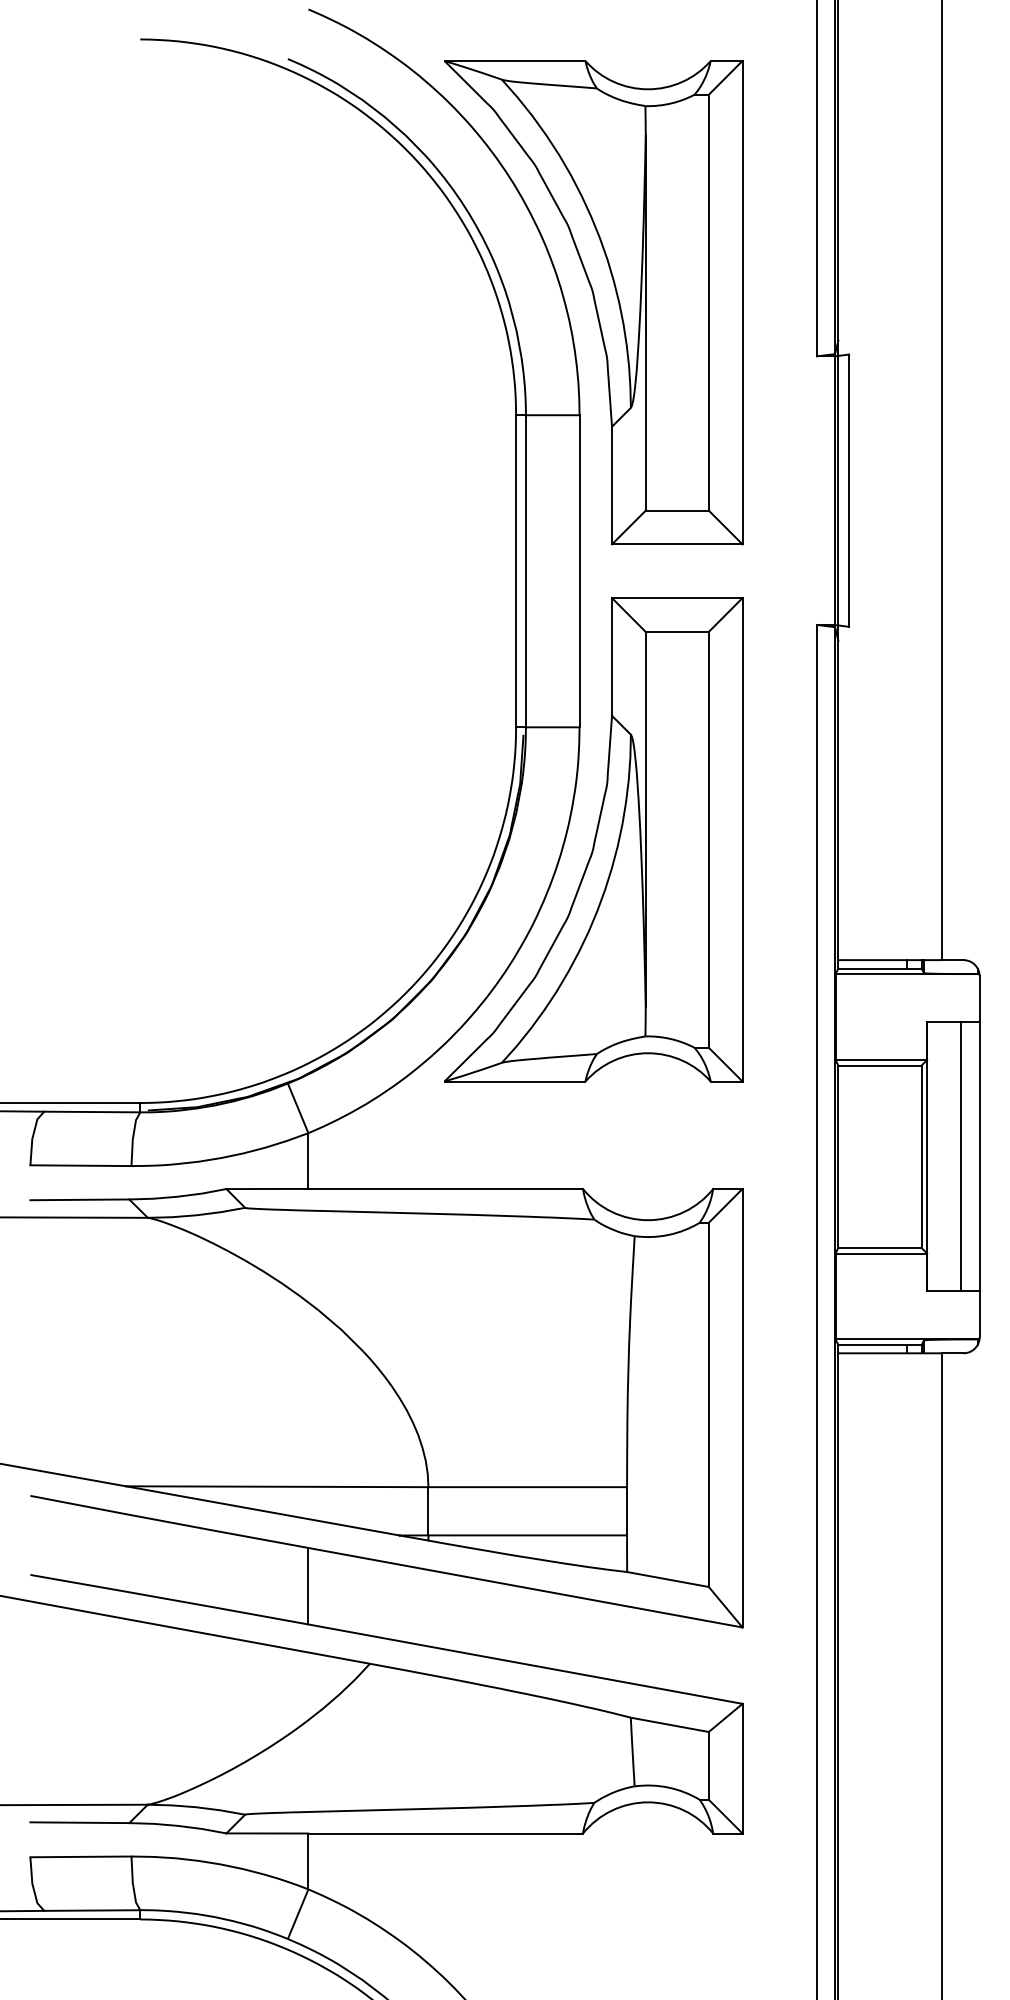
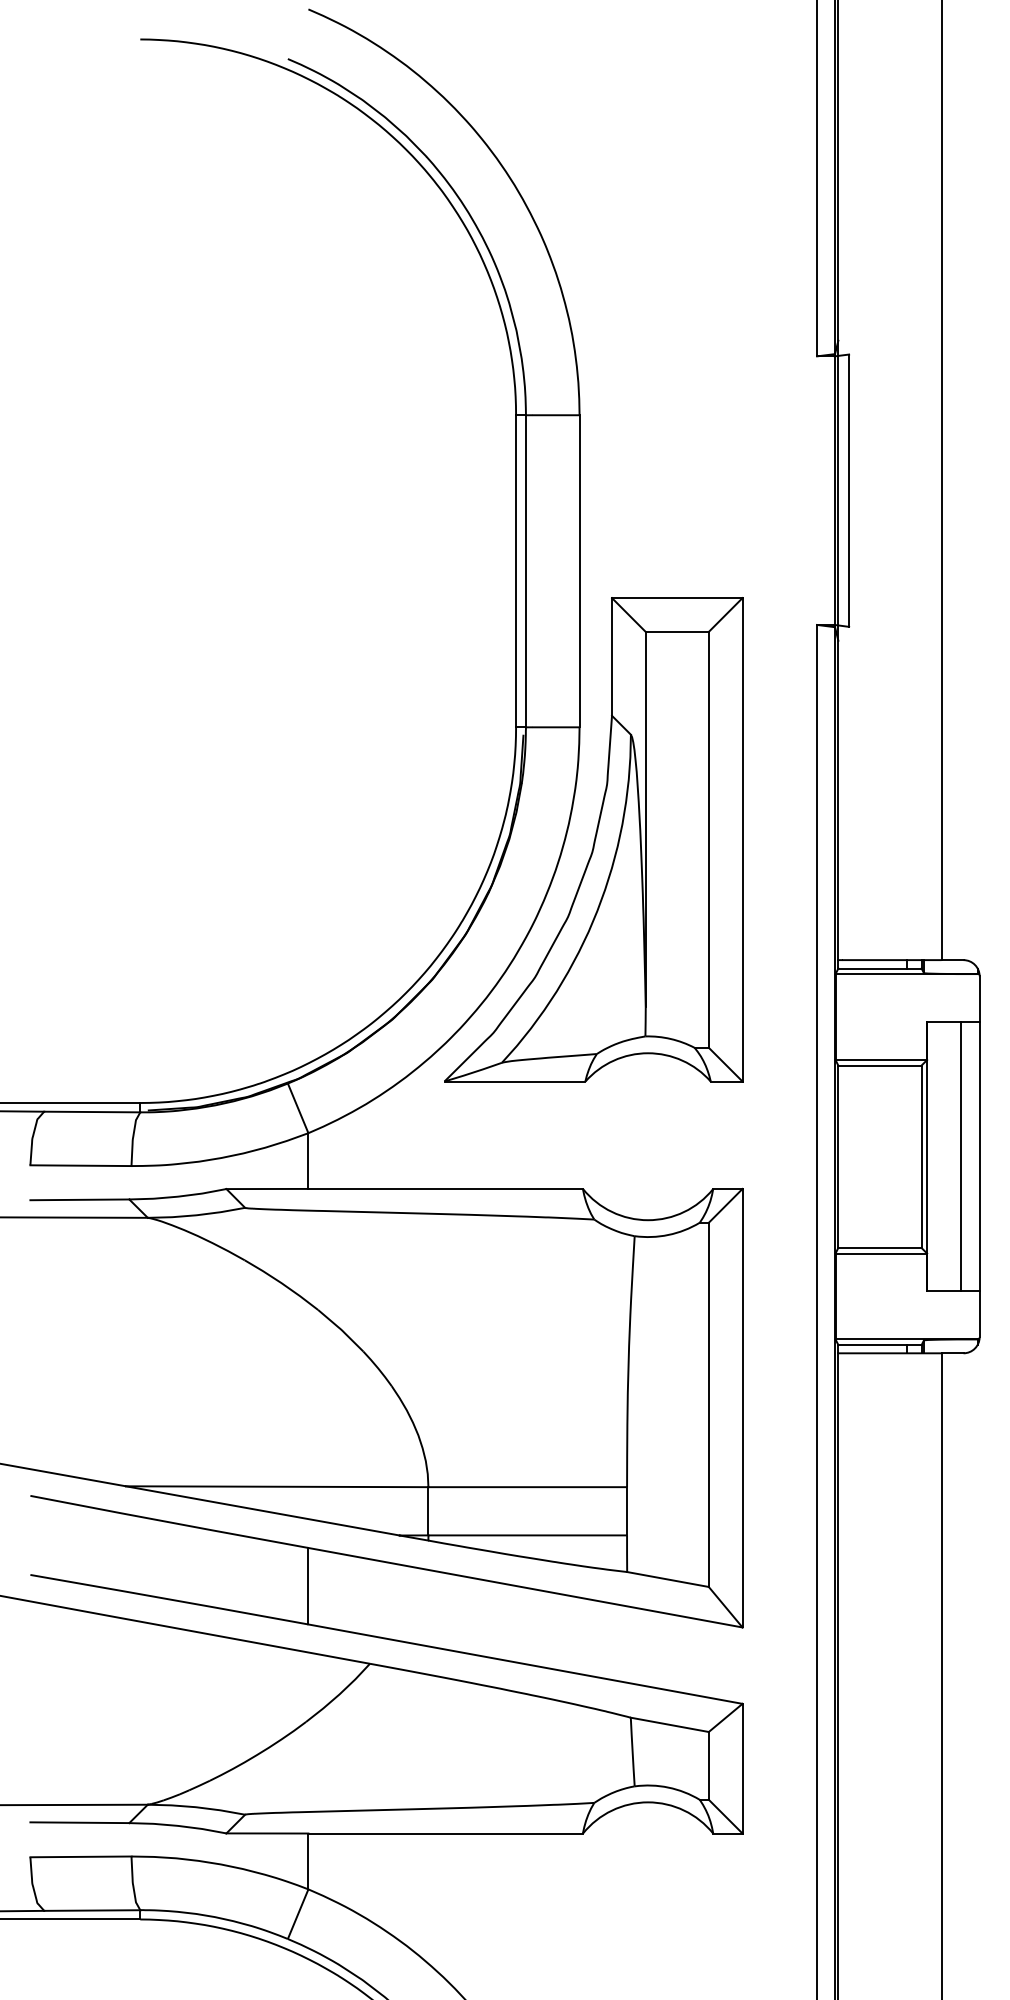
part at (593, 302): present -> none
